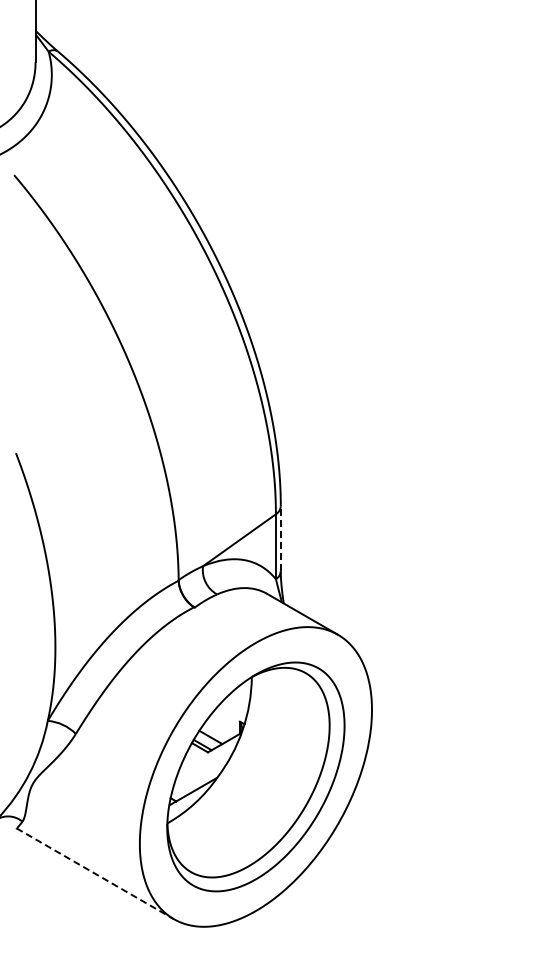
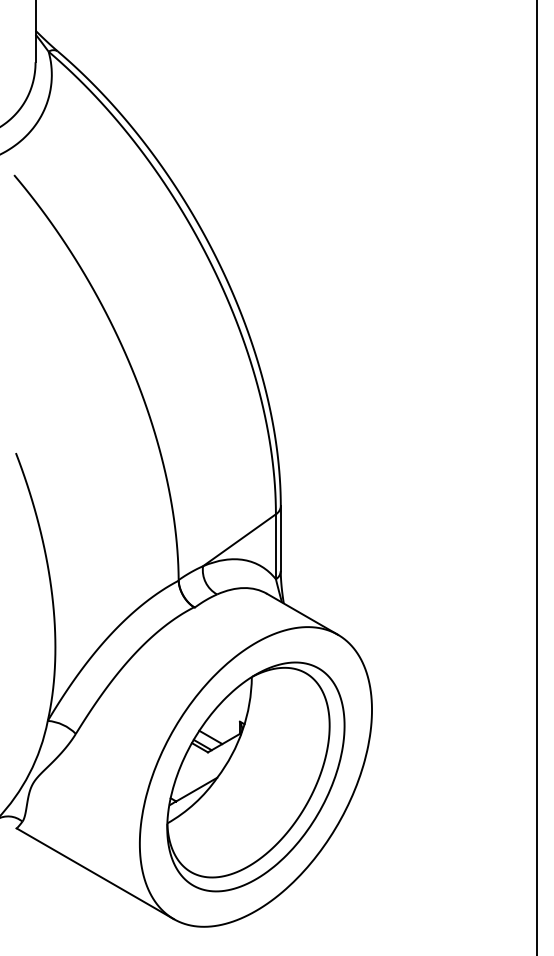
line at (537, 477): none -> present
line at (280, 538): dashed -> solid
line at (95, 873): dashed -> solid
